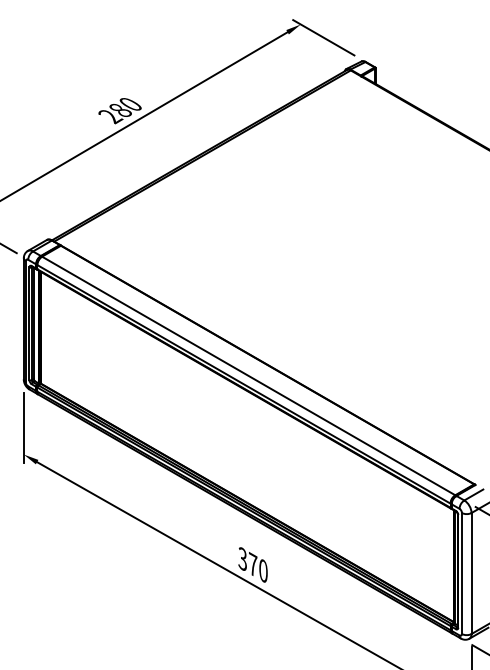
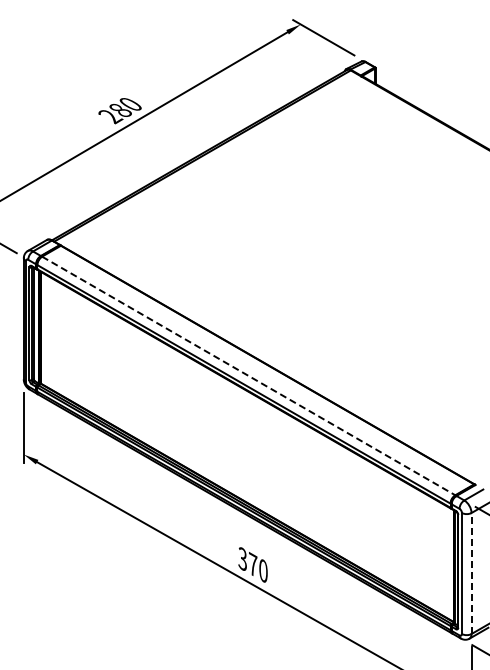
line at (248, 375): solid -> dashed
line at (471, 573): solid -> dashed
